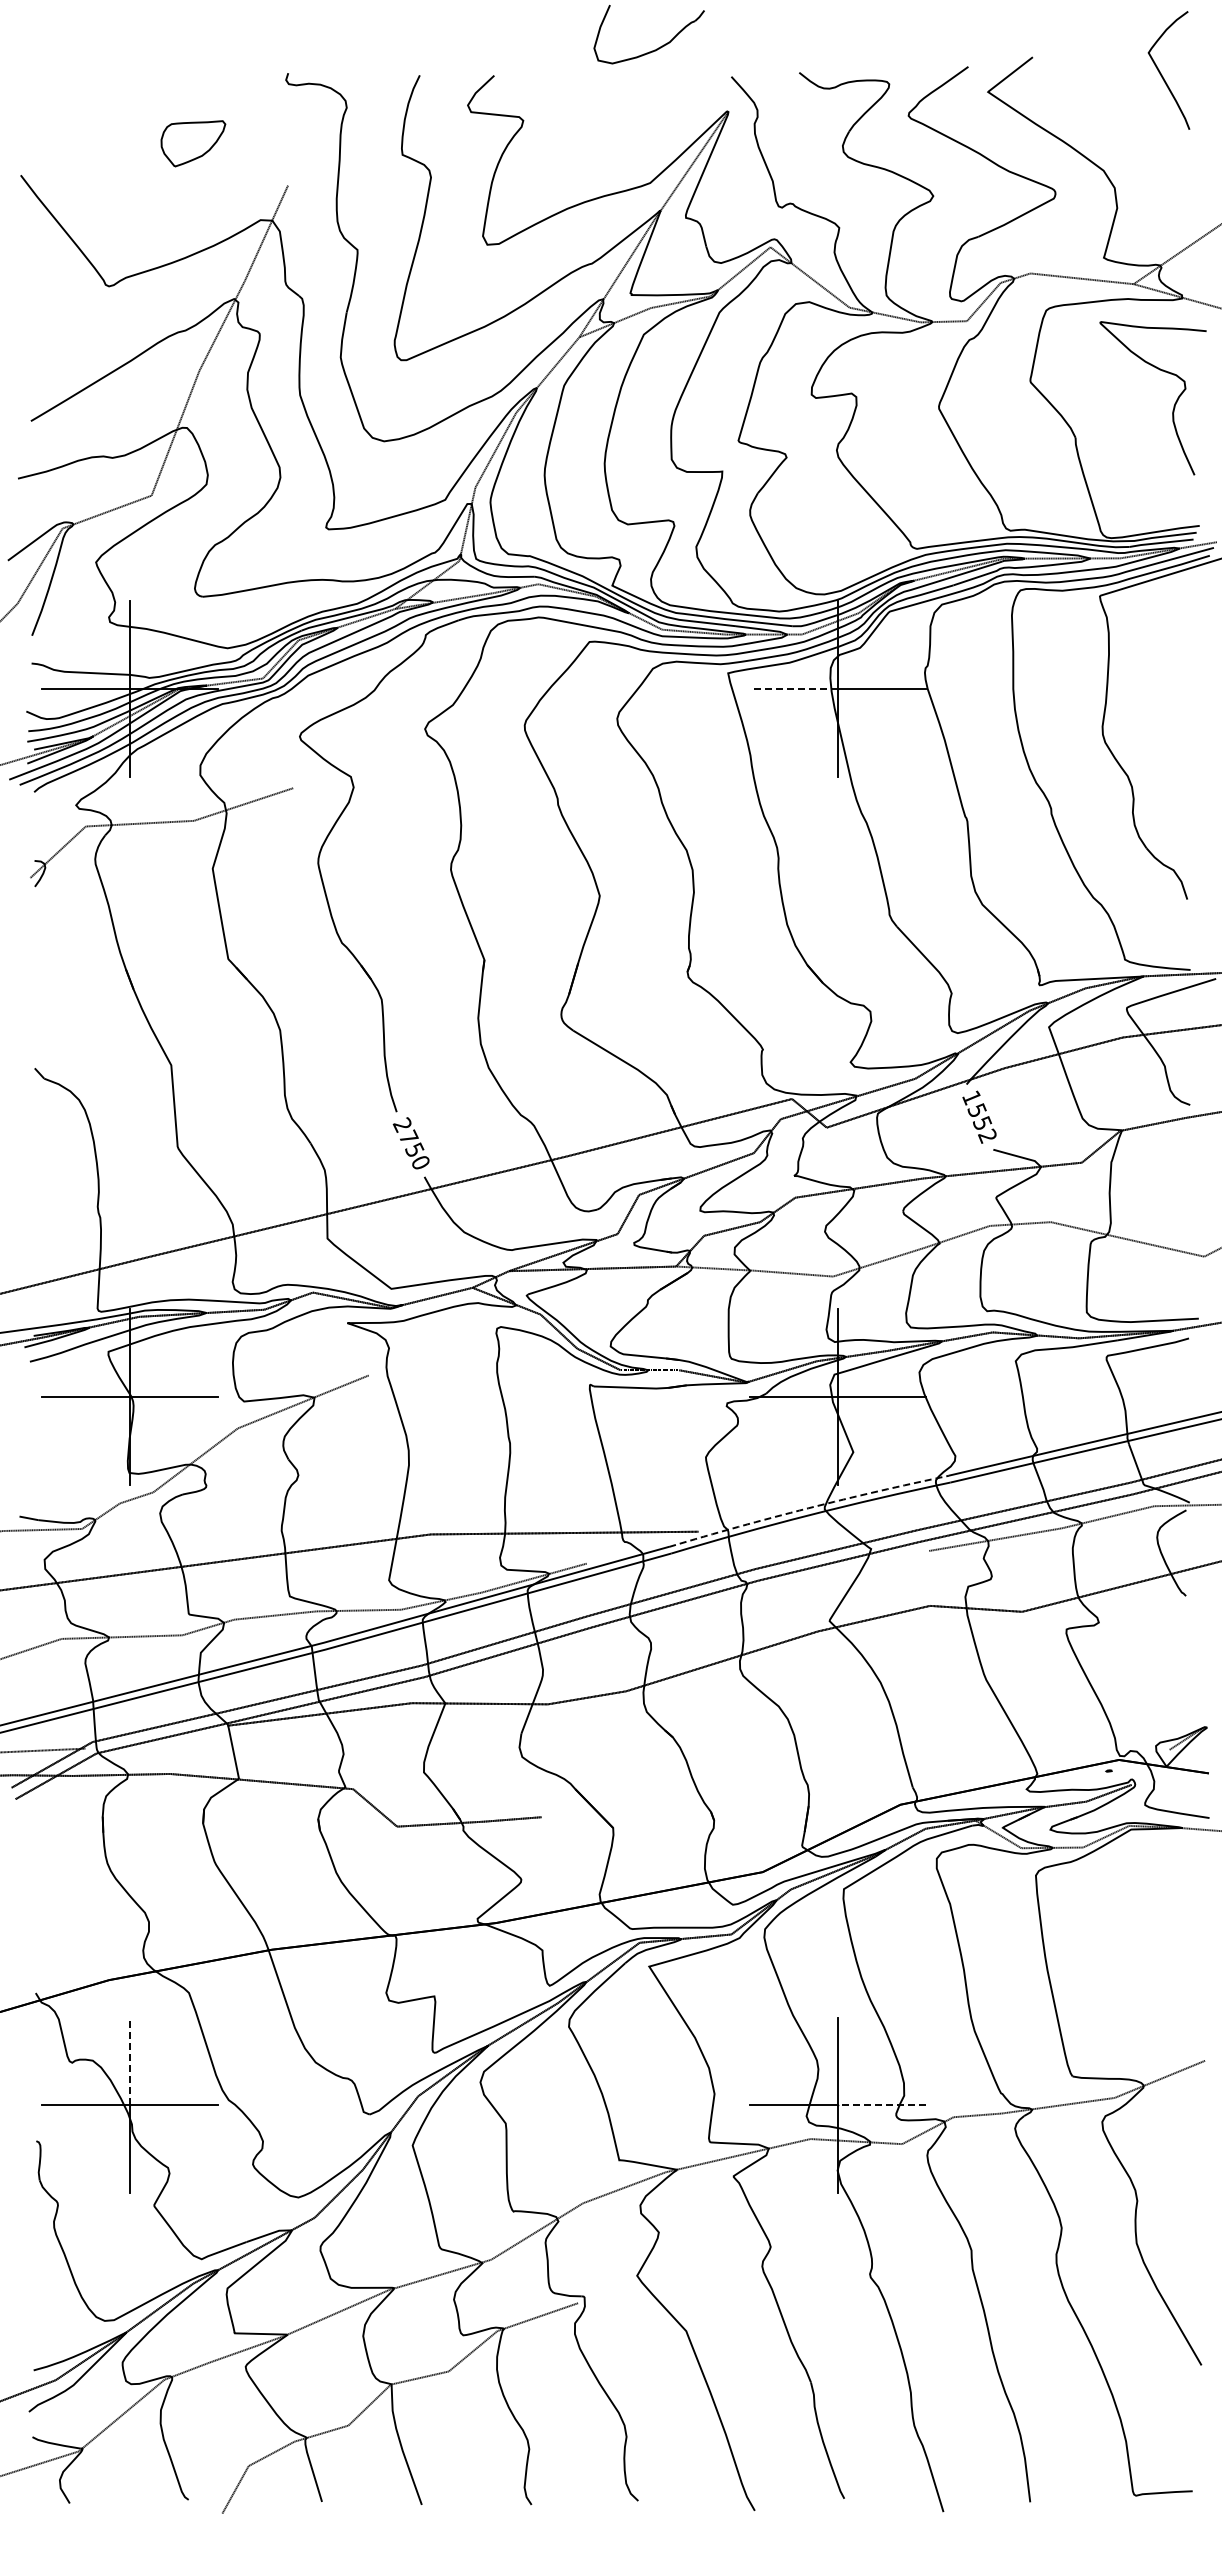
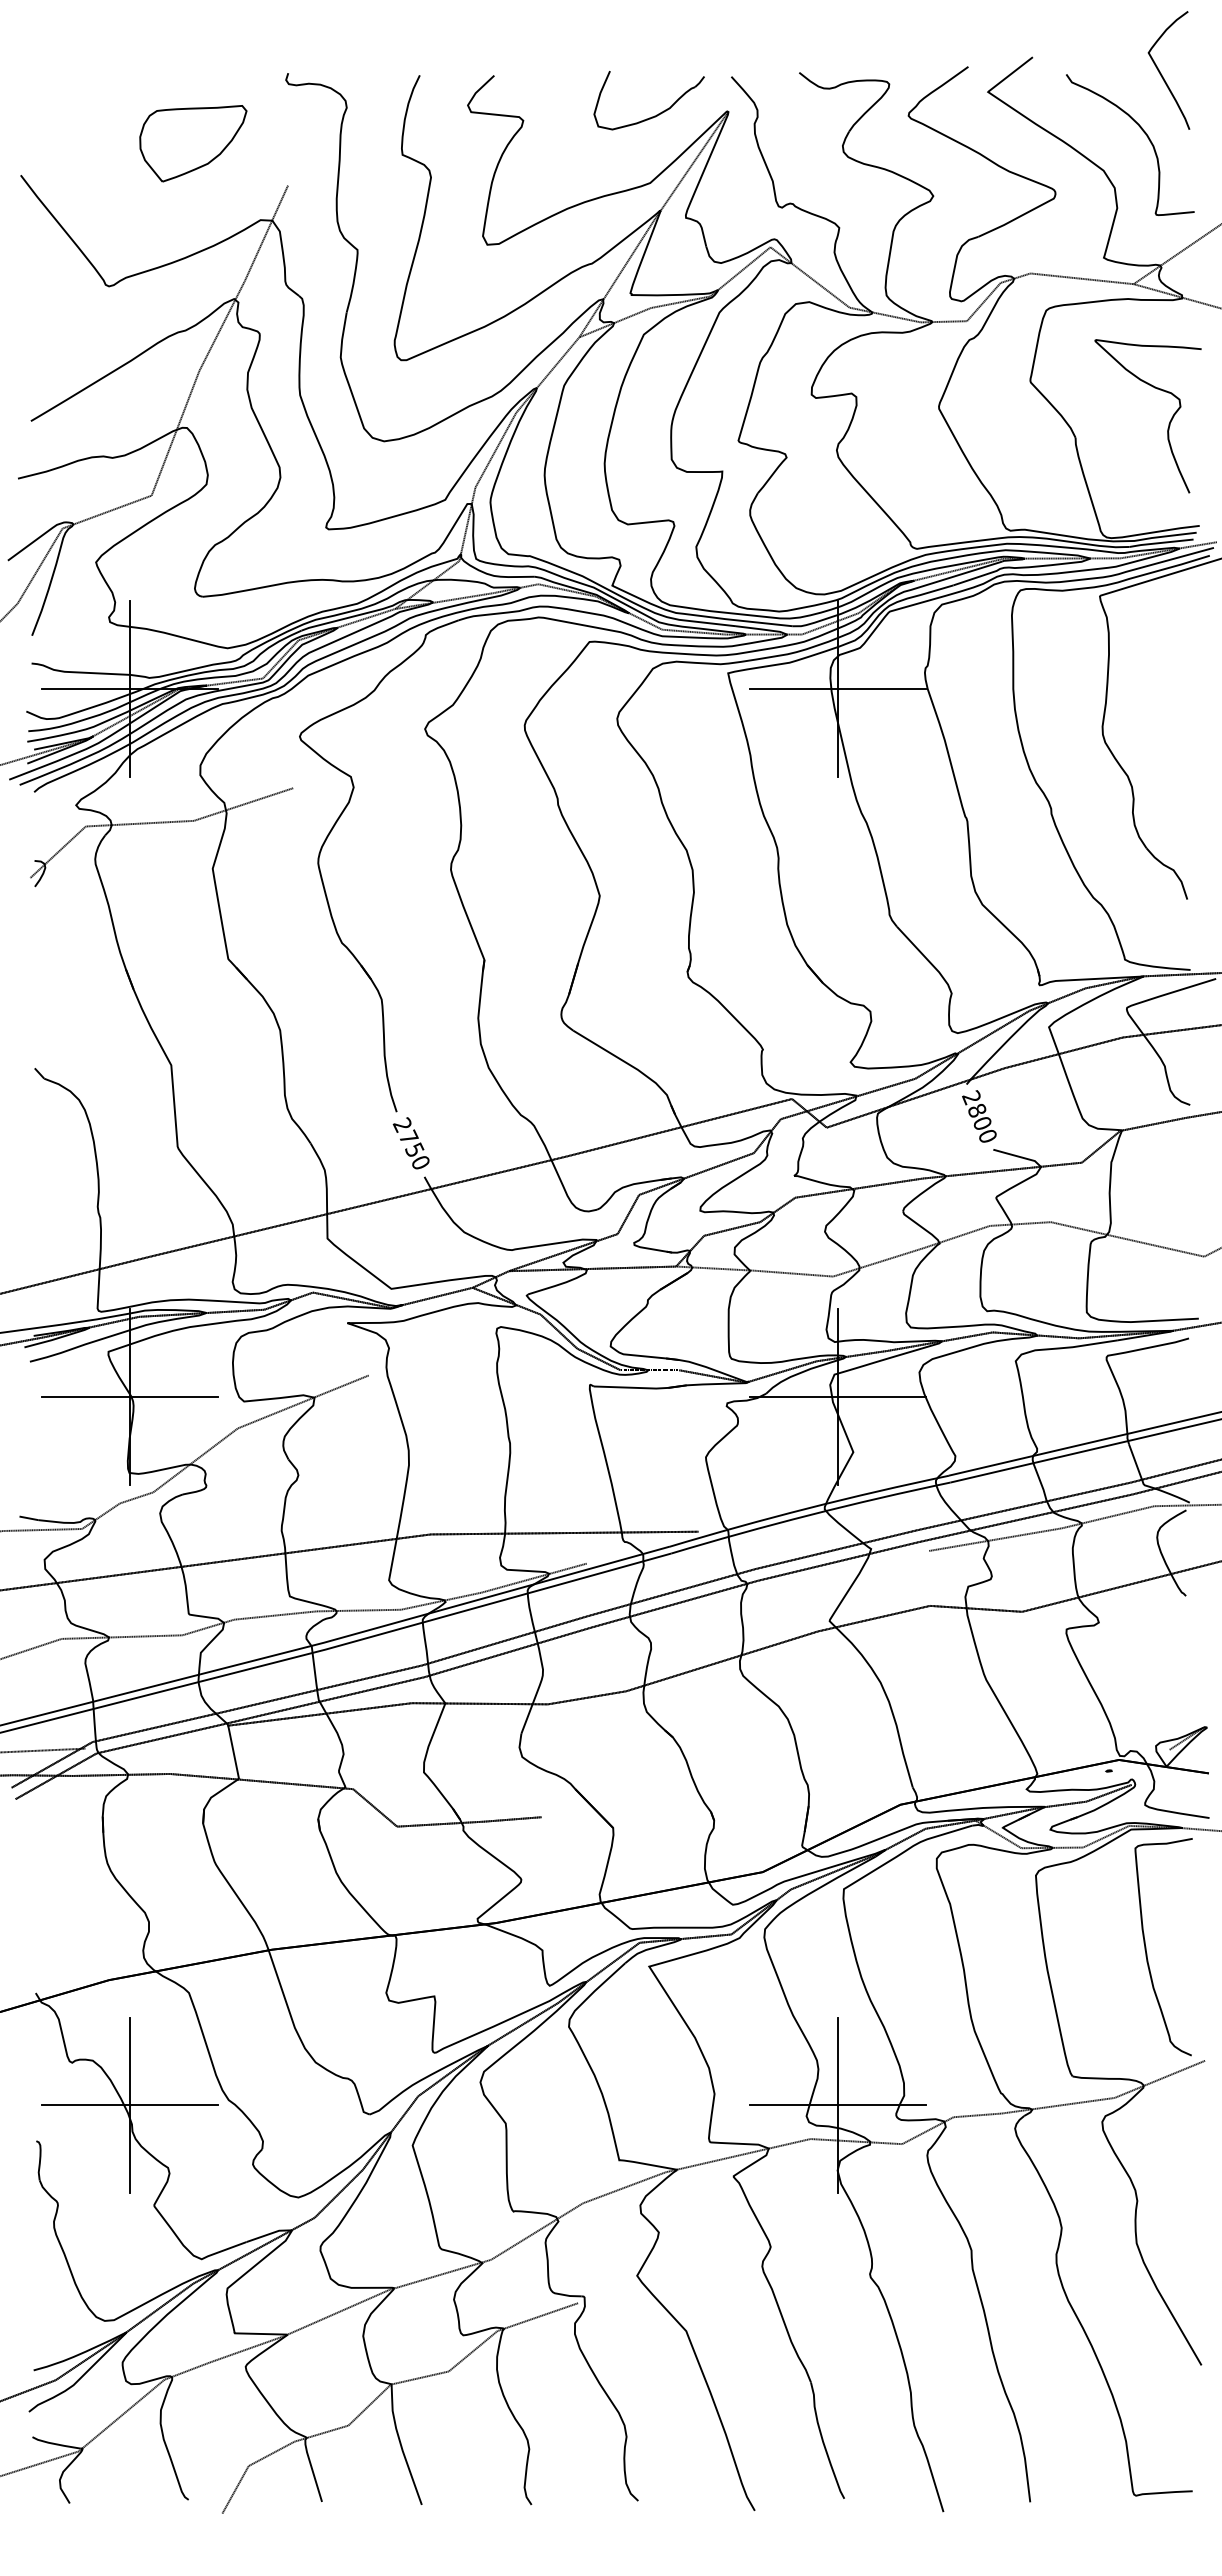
part at (656, 48) position: (656, 48) -> (656, 114)
curve at (1142, 131): none -> present
part at (193, 143) size: 67x48 px -> 109x78 px
curve at (1173, 406) position: (1173, 406) -> (1168, 424)
line at (793, 689): dashed -> solid
text at (979, 1116): 1552 -> 2800
line at (808, 1508): dashed -> solid
curve at (1146, 1947): none -> present
line at (129, 2061): dashed -> solid
line at (881, 2105): dashed -> solid
